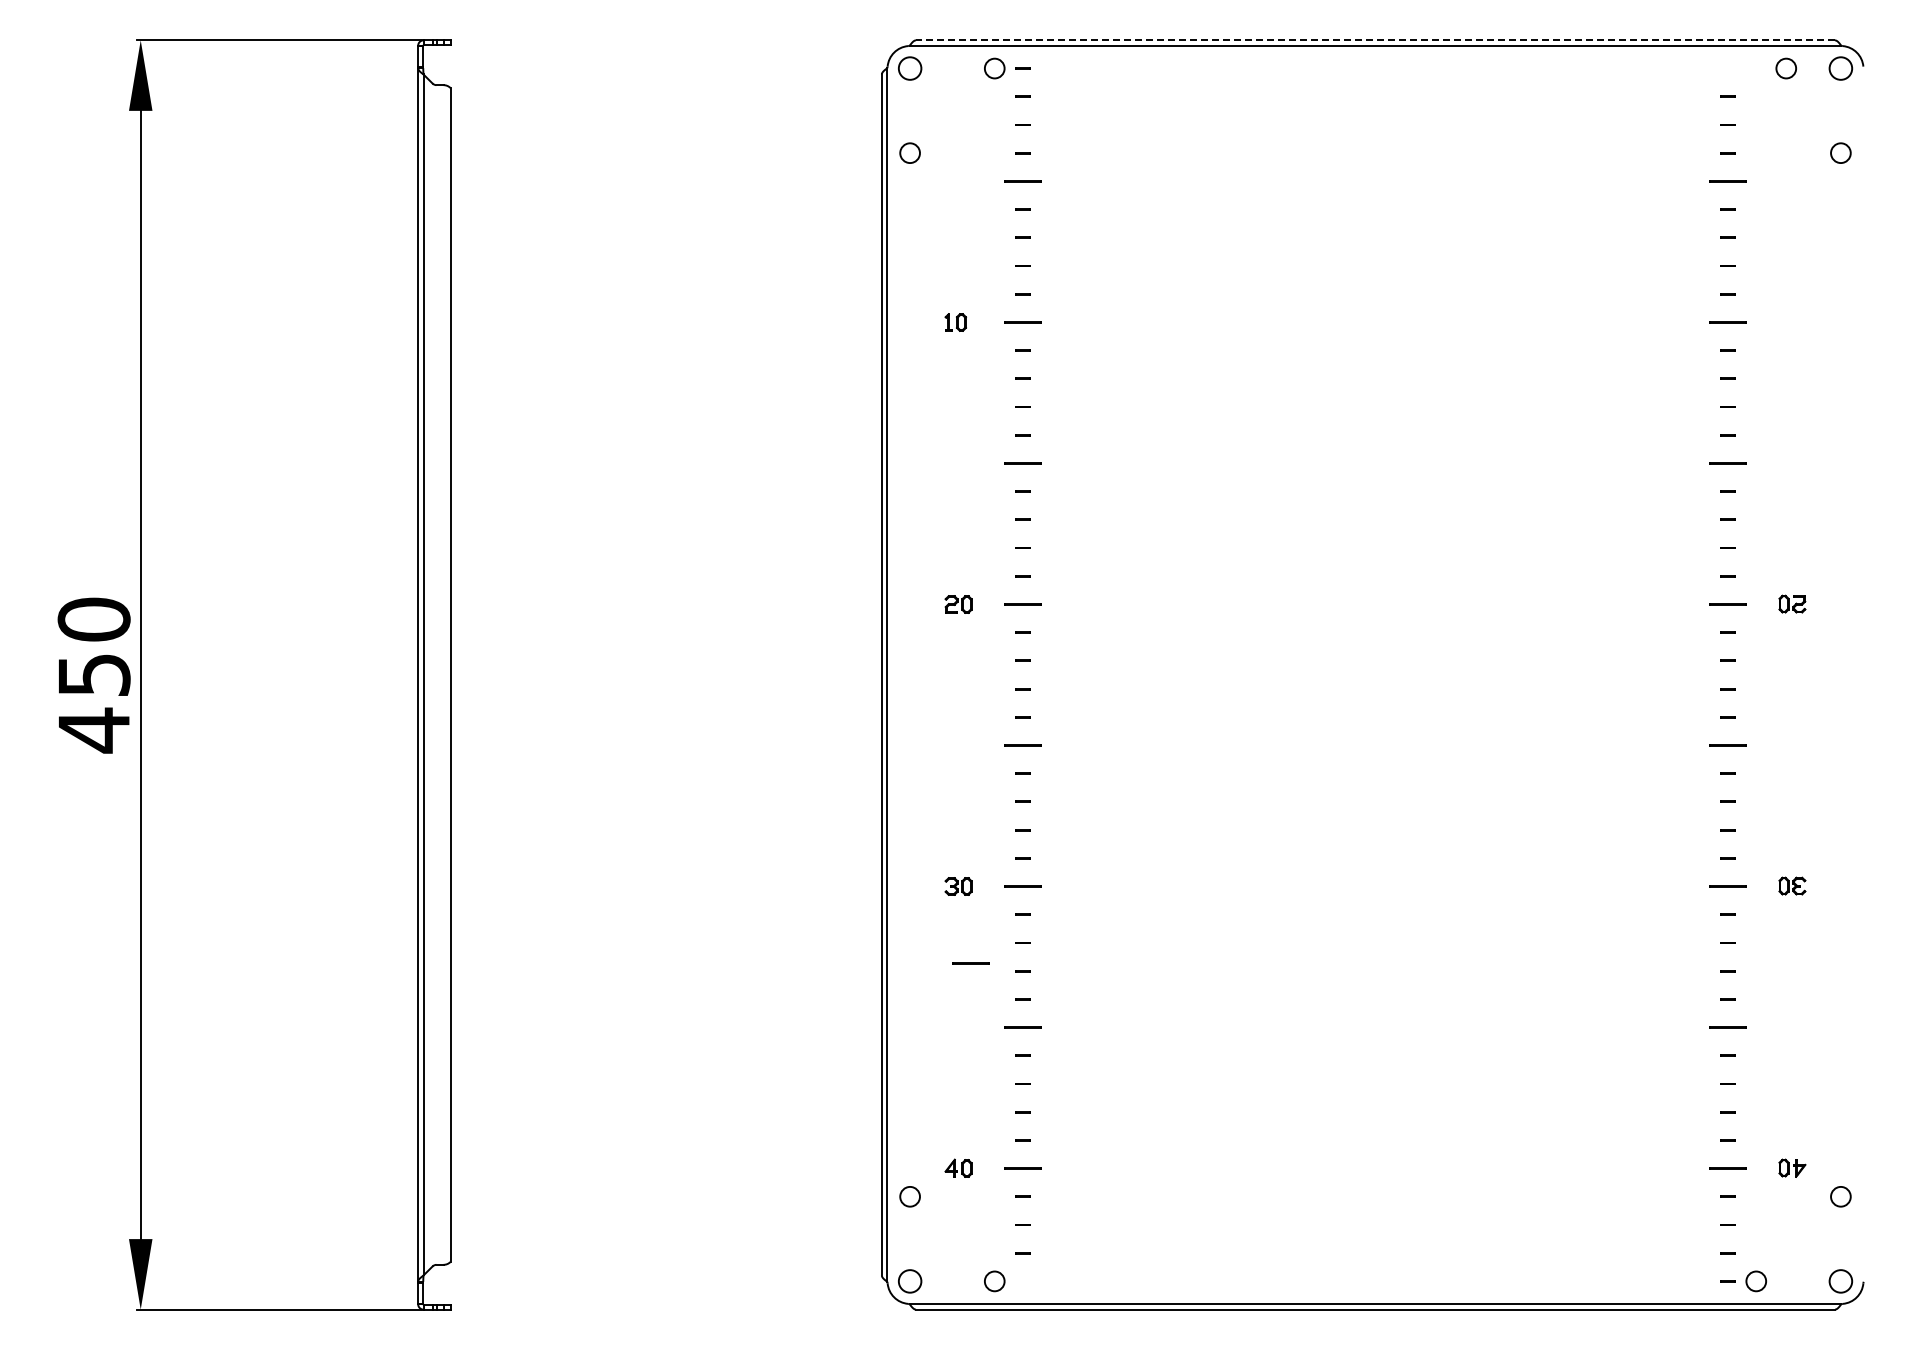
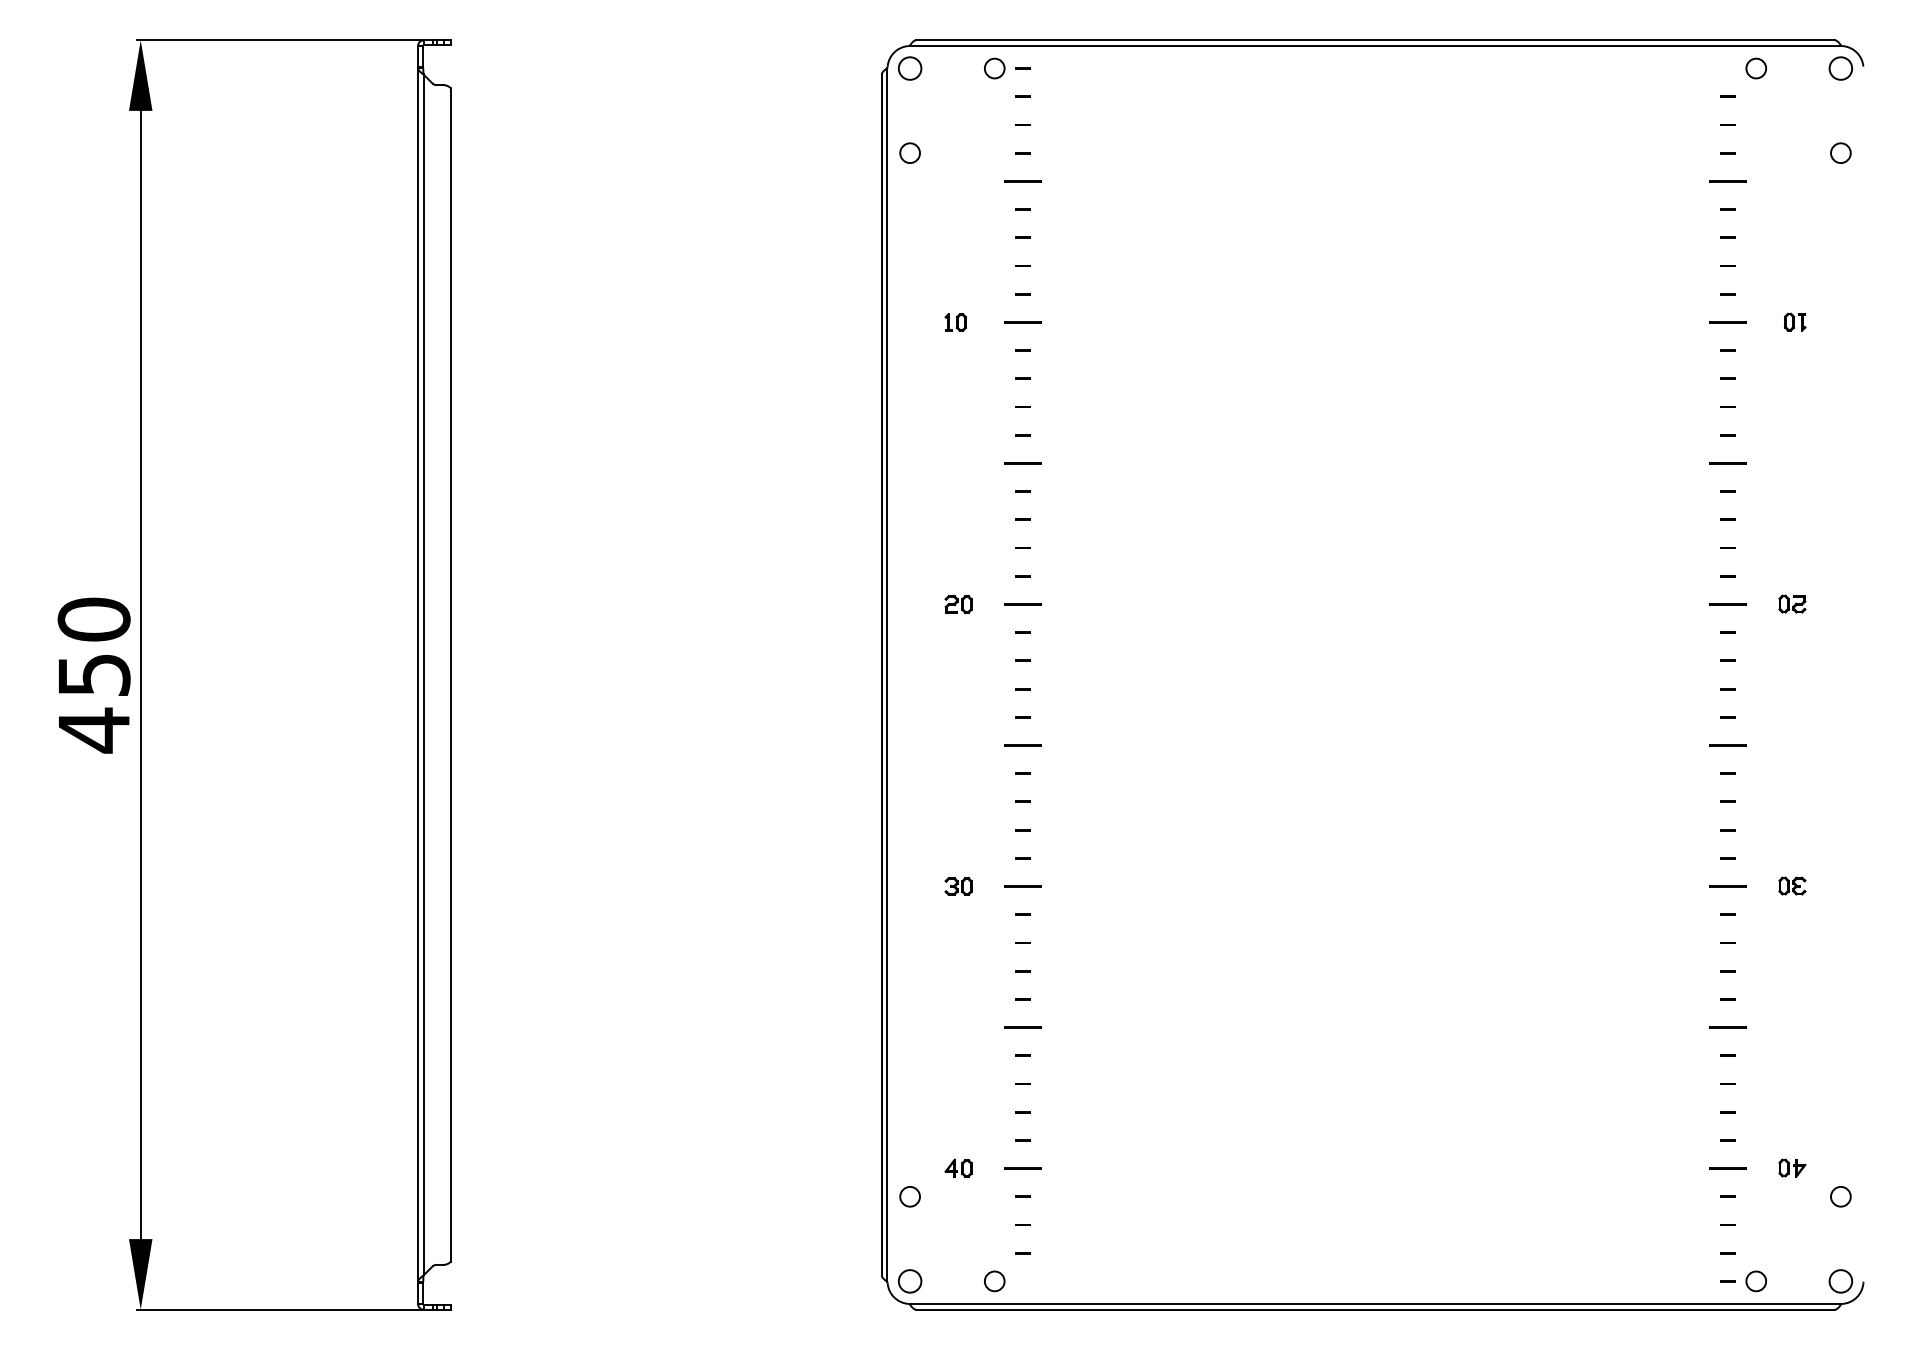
line at (1374, 40): dashed -> solid
circle at (1785, 68) position: (1785, 68) -> (1755, 68)
part at (1794, 321): none -> present
line at (970, 963): present -> none
